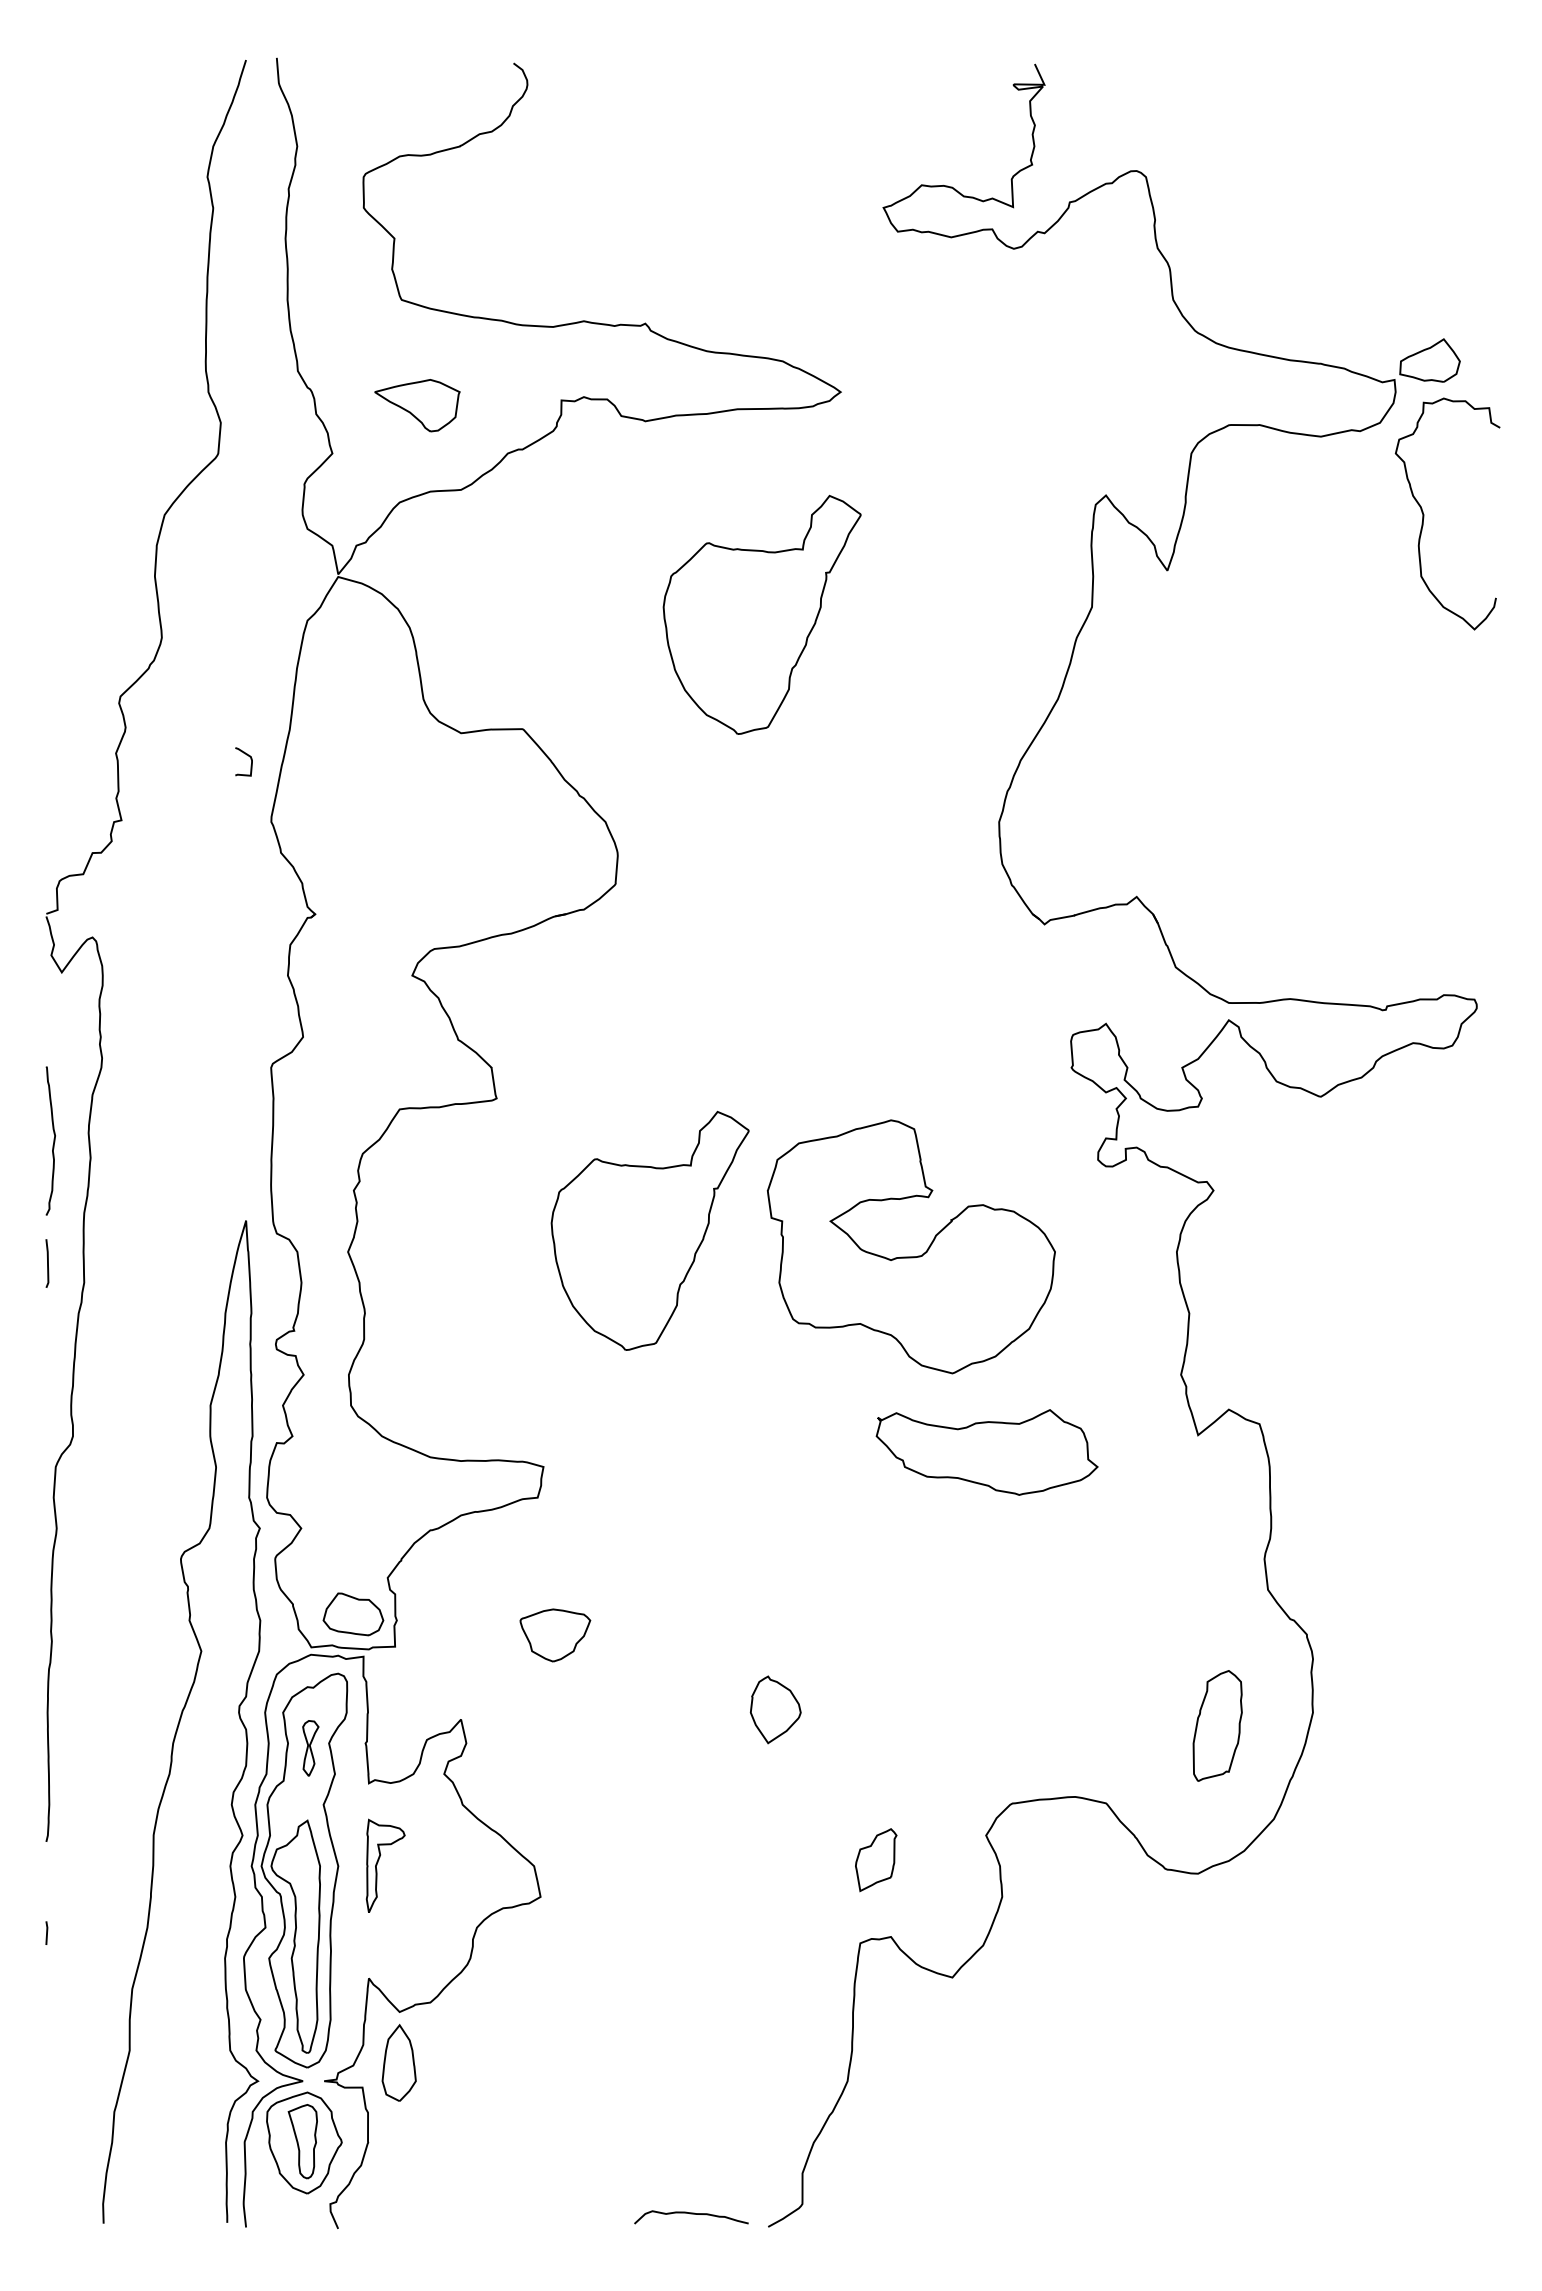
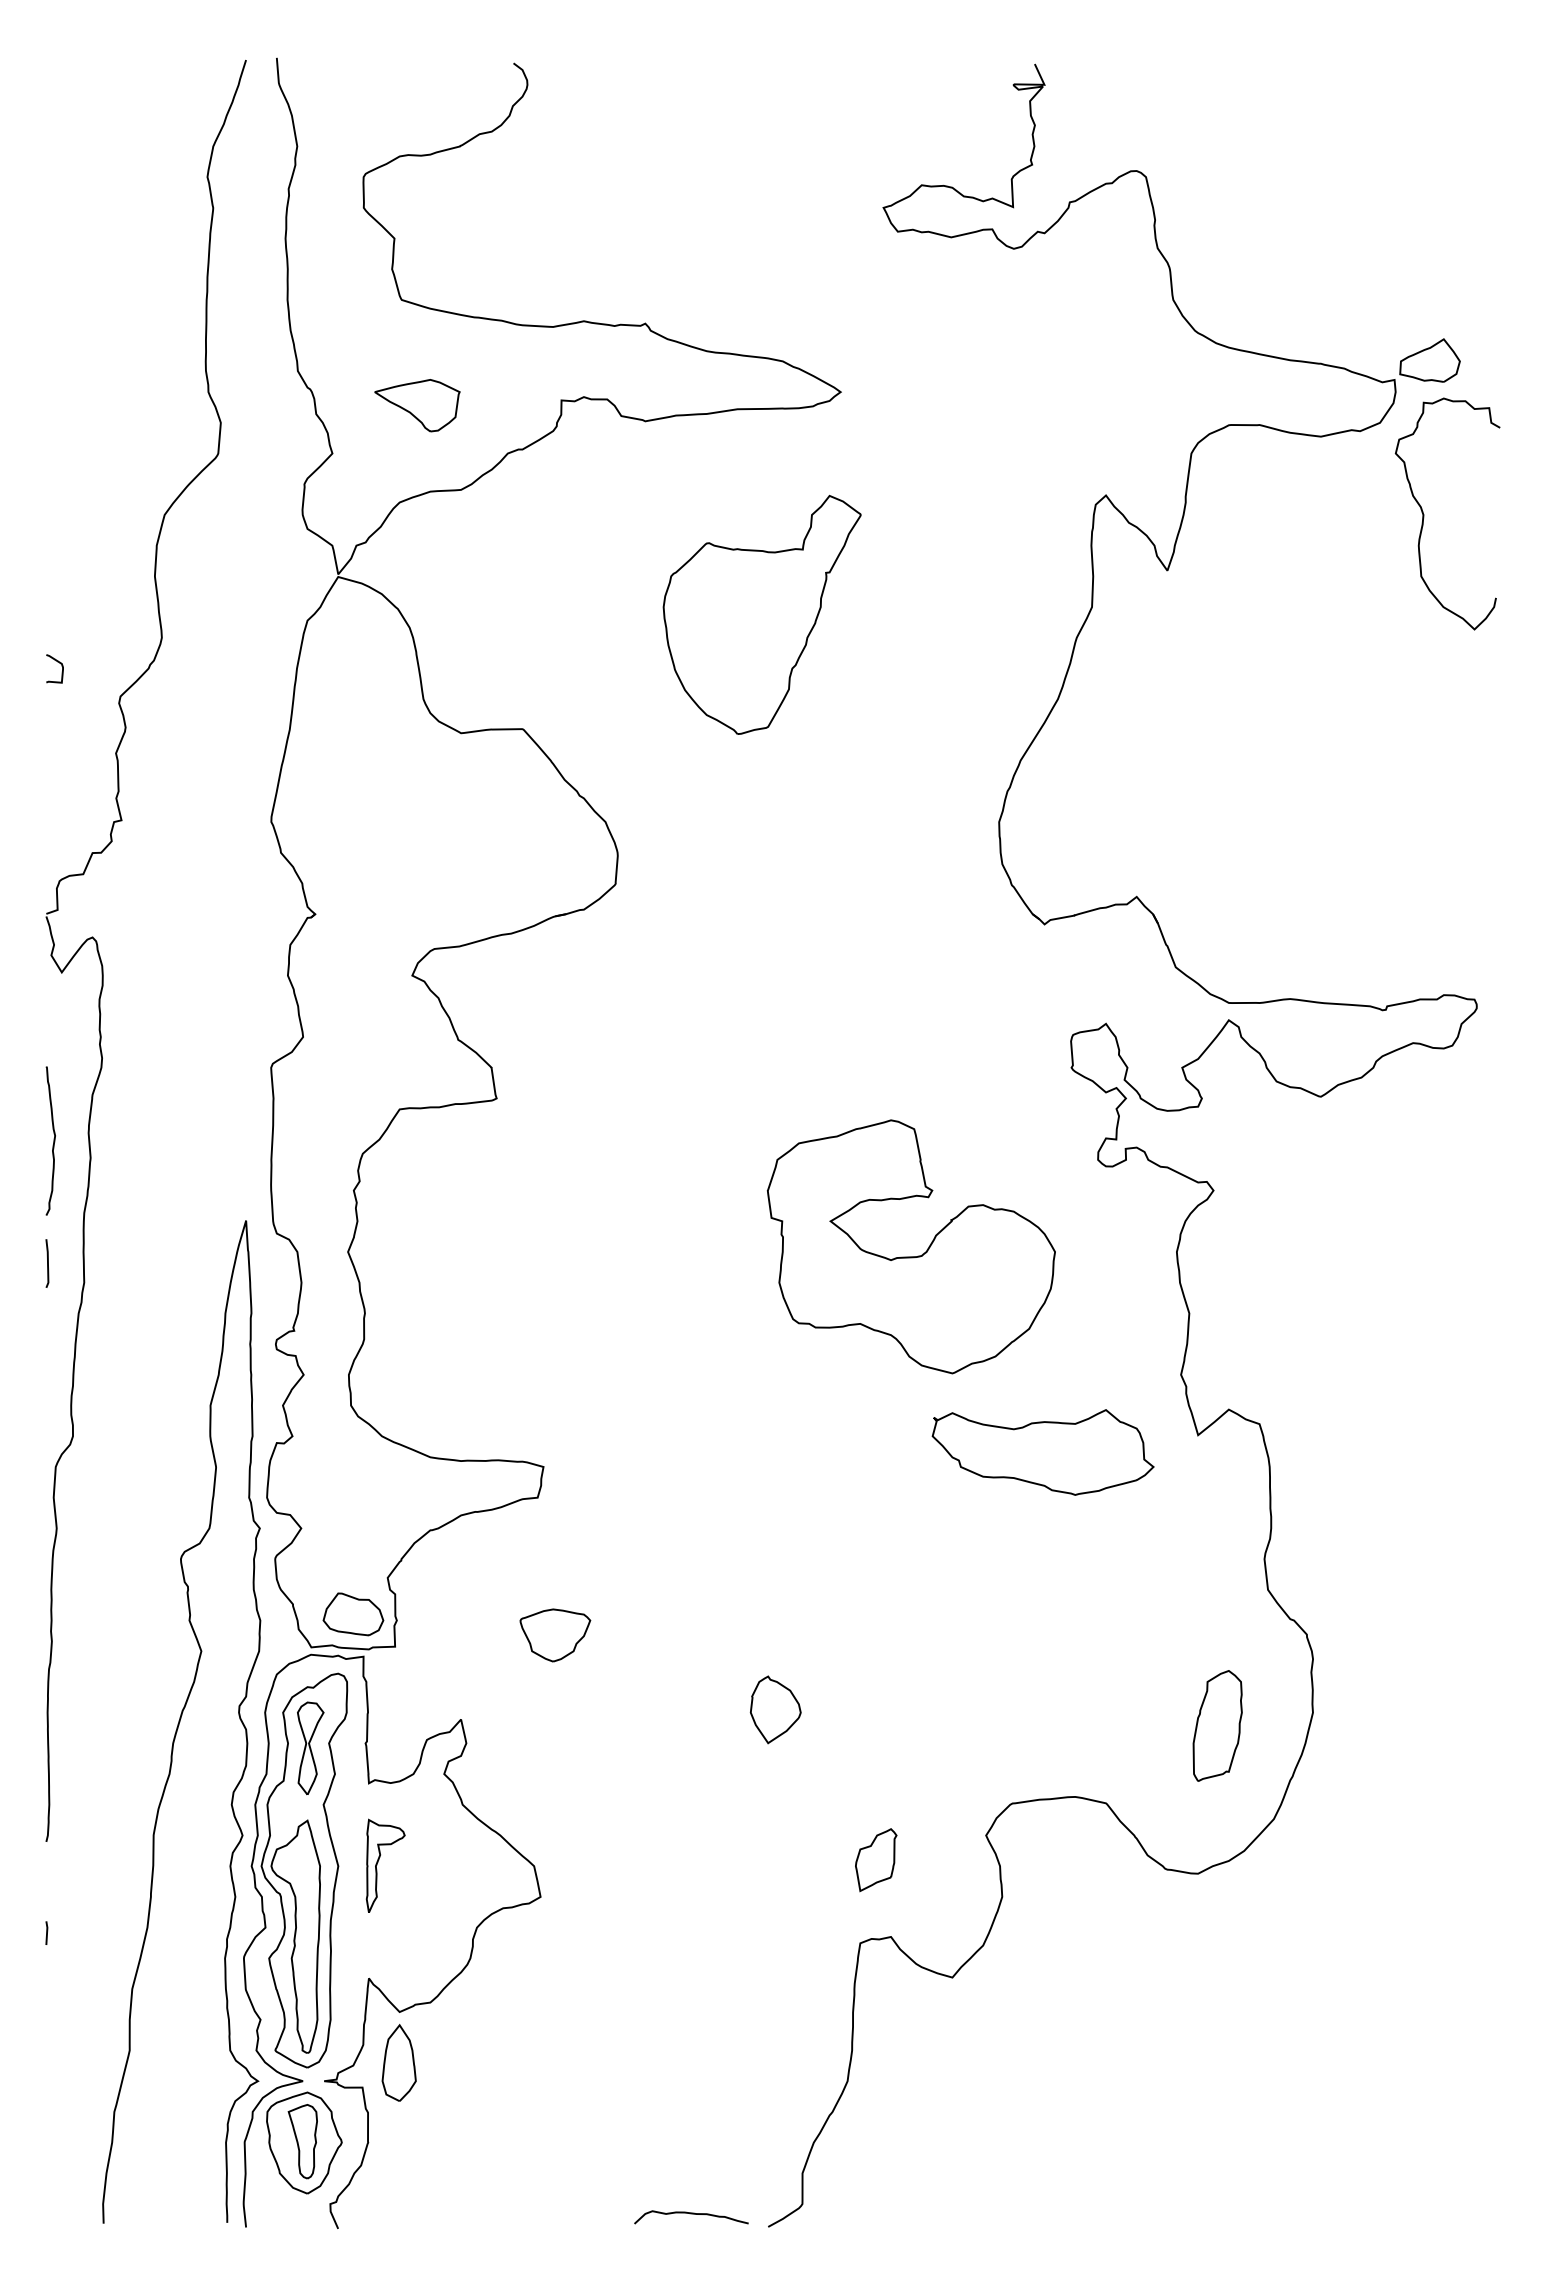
curve at (246, 755) position: (246, 755) -> (57, 662)
part at (649, 1230): present -> none
part at (986, 1452) position: (986, 1452) -> (1042, 1452)
part at (310, 1748) size: 18x57 px -> 28x95 px
